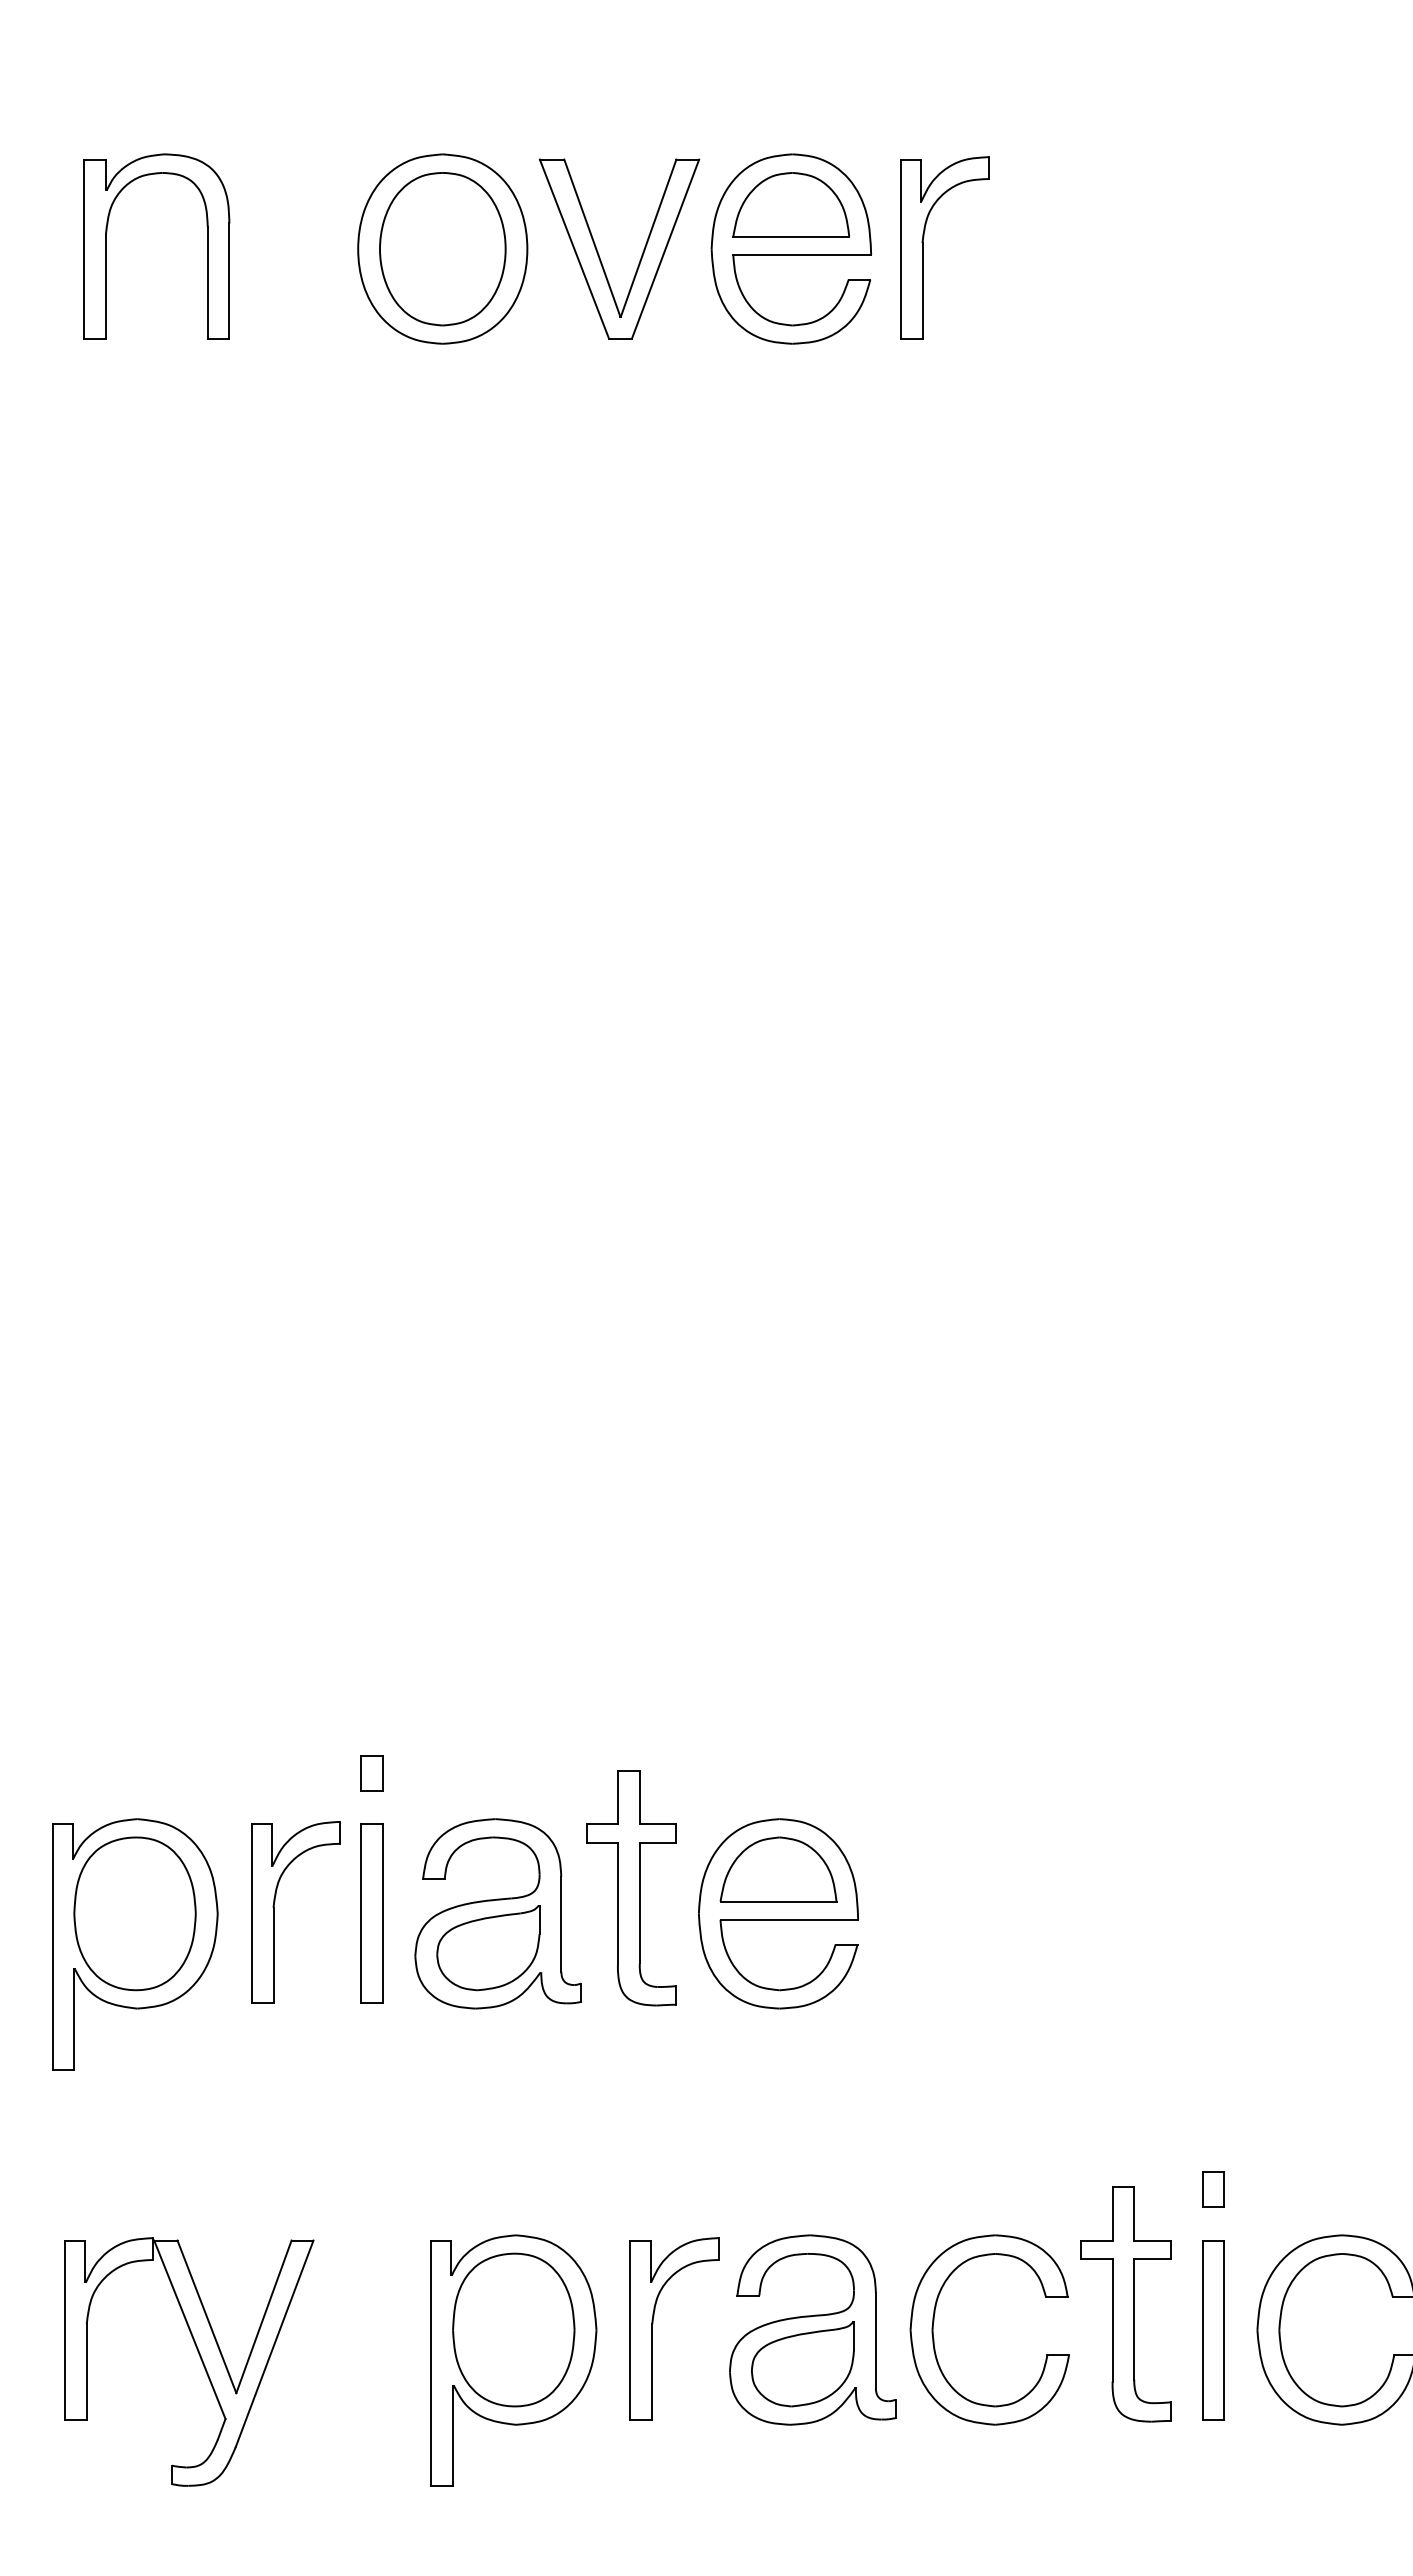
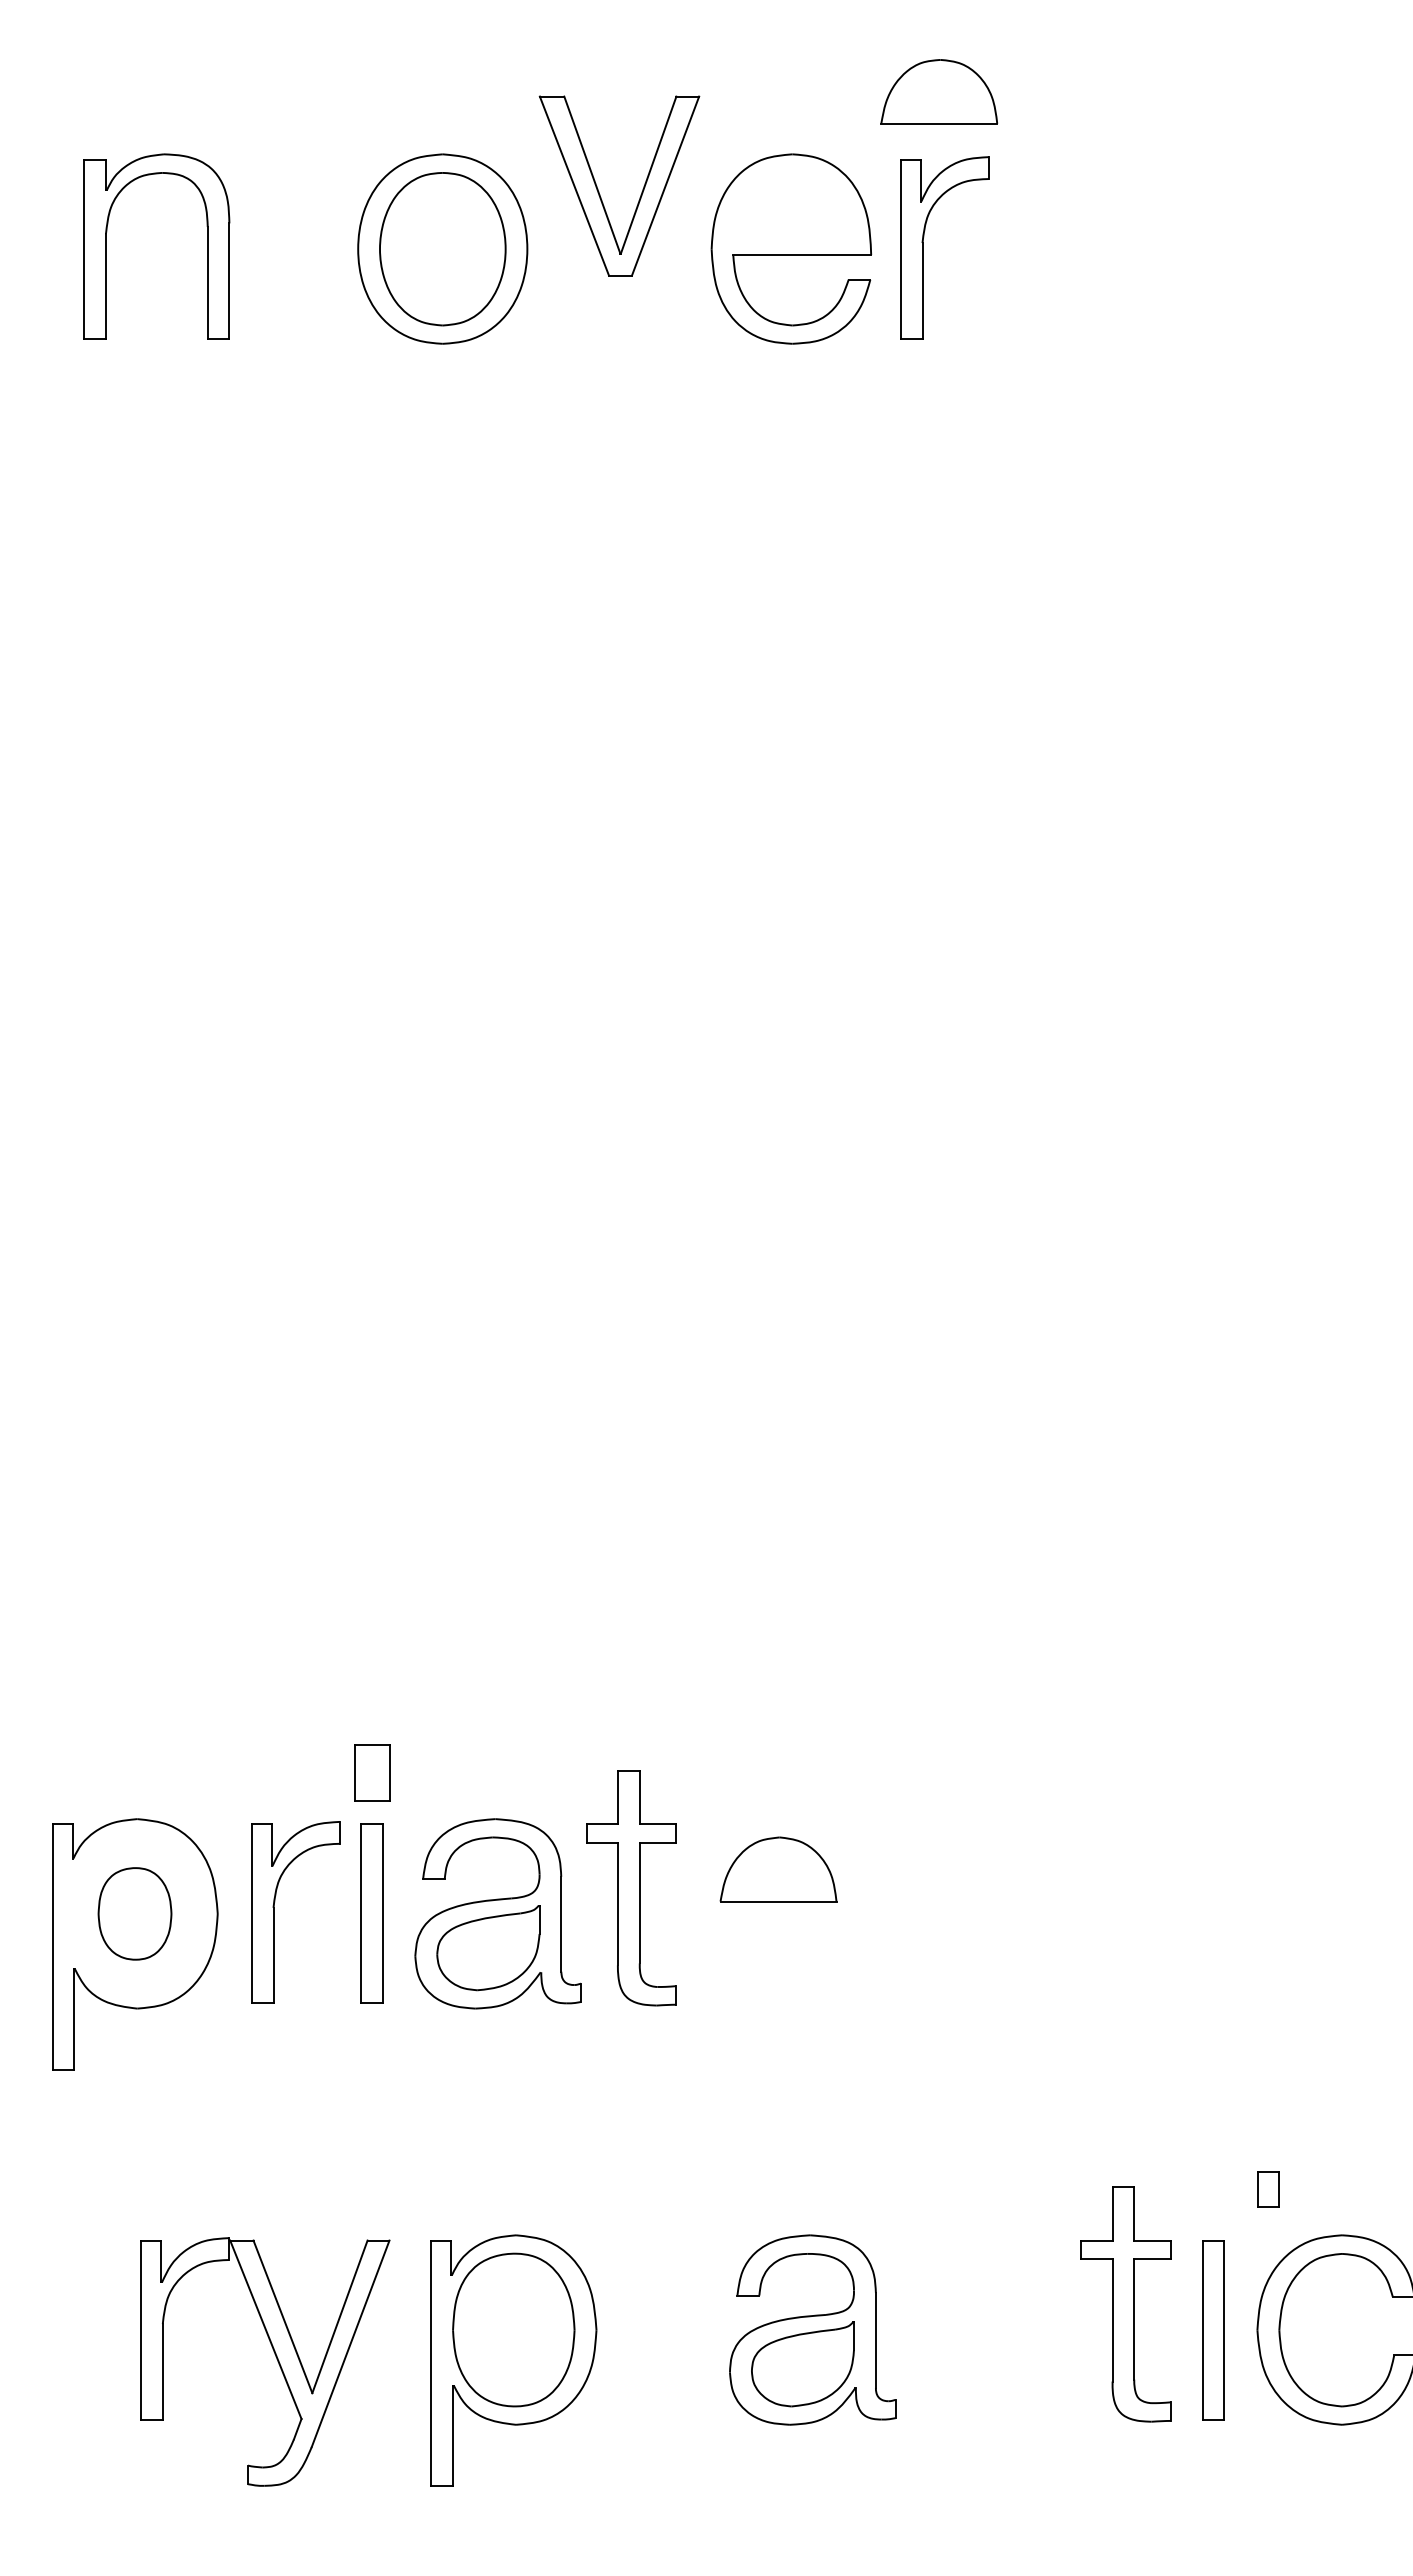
part at (791, 204) position: (791, 204) -> (939, 91)
part at (599, 254) position: (599, 254) -> (599, 191)
part at (371, 1773) size: 24x37 px -> 37x58 px
part at (134, 1913) size: 124x156 px -> 76x94 px
part at (778, 1913): present -> none
part at (1213, 2189) position: (1213, 2189) -> (1268, 2189)
part at (934, 2321): present -> none
part at (653, 2323): present -> none
part at (199, 2356) position: (199, 2356) -> (275, 2356)
